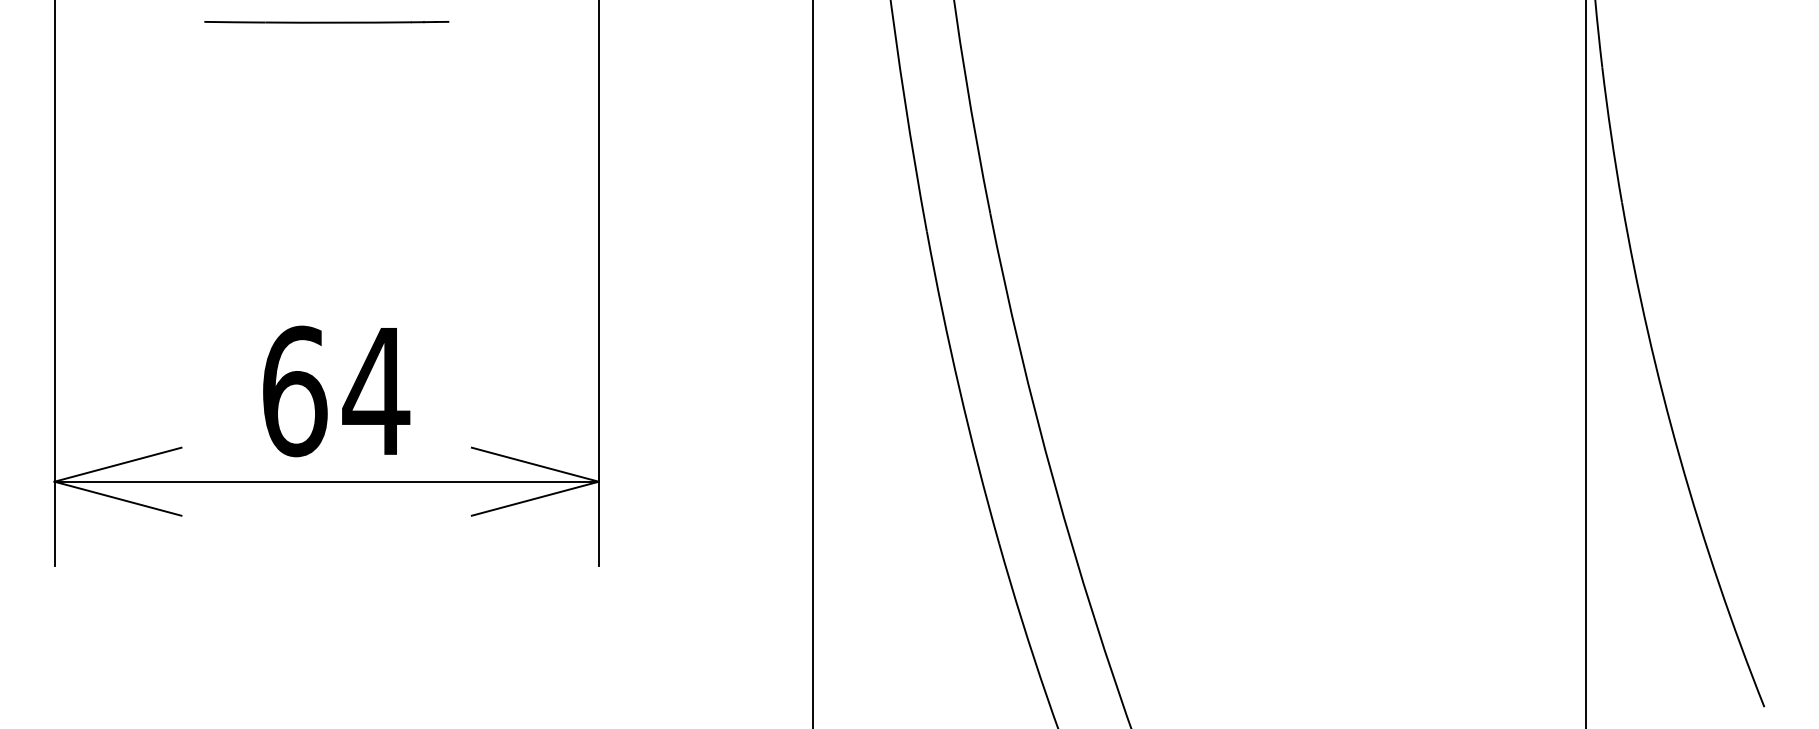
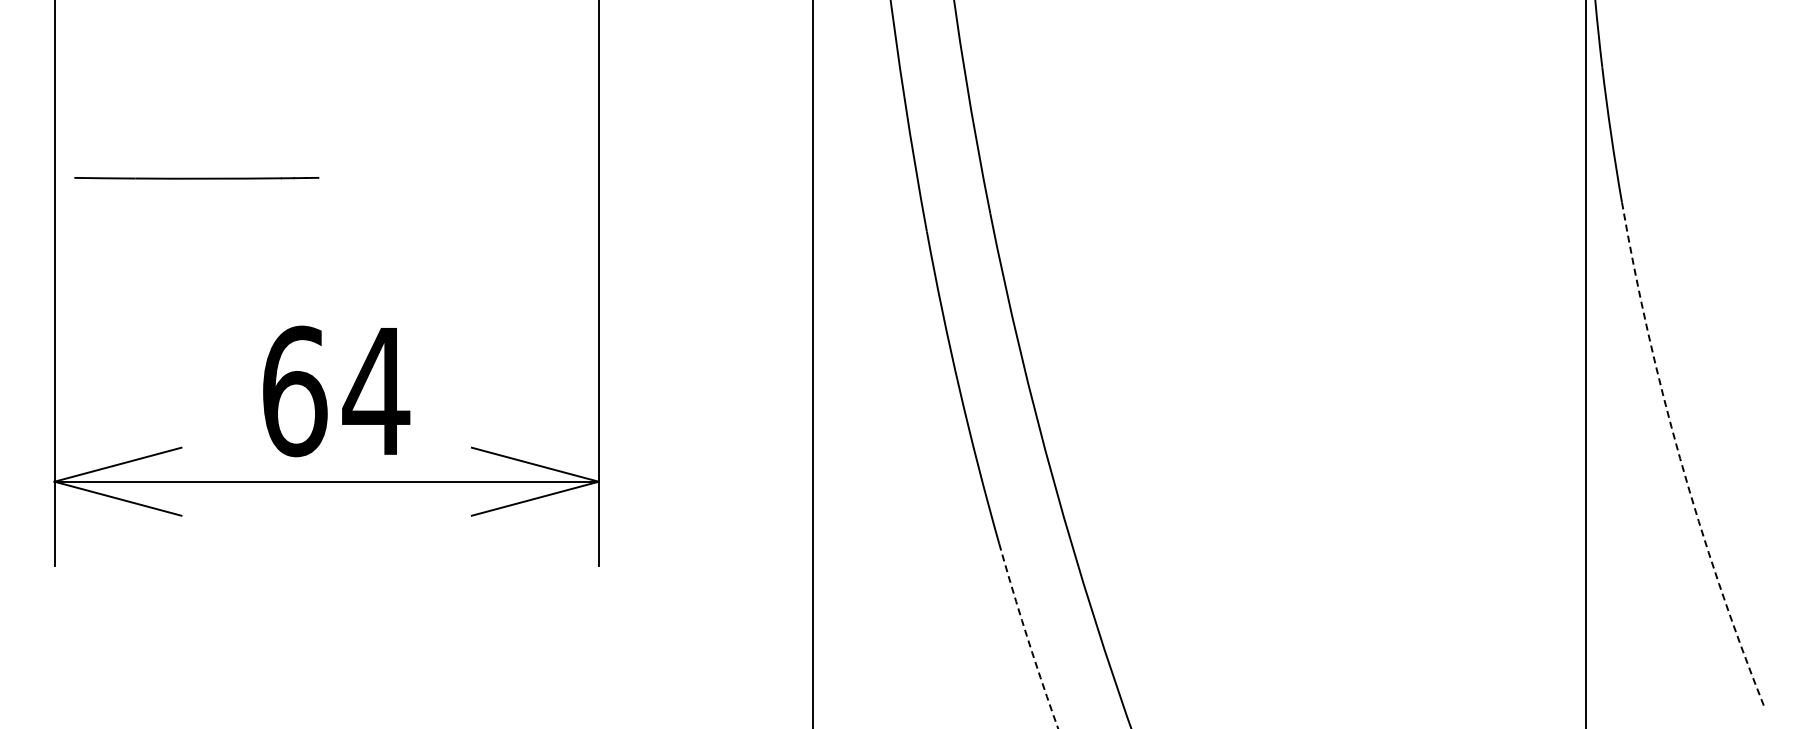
line at (326, 22) position: (326, 22) -> (196, 178)
arc at (1680, 458): solid -> dashed
arc at (1027, 636): solid -> dashed
